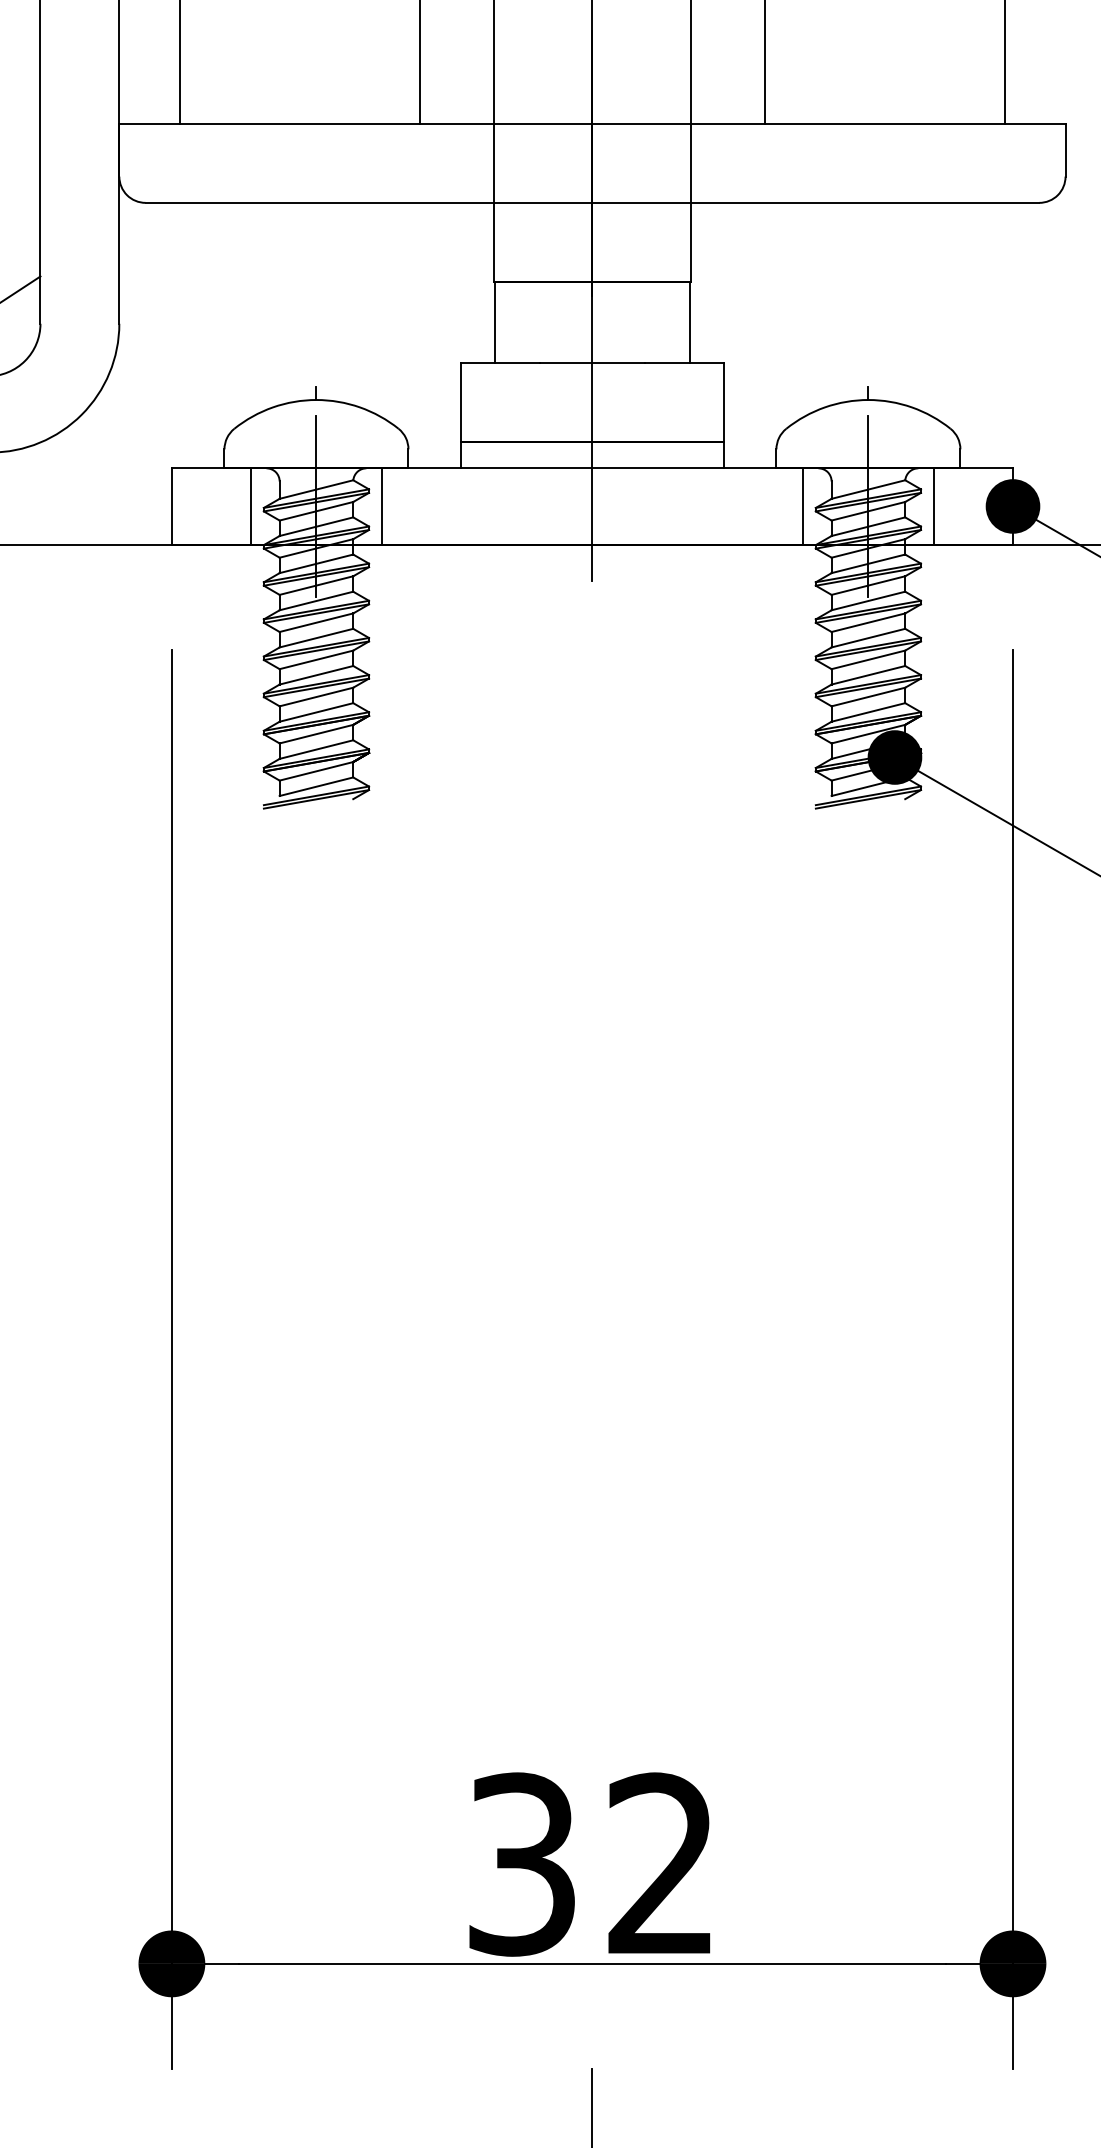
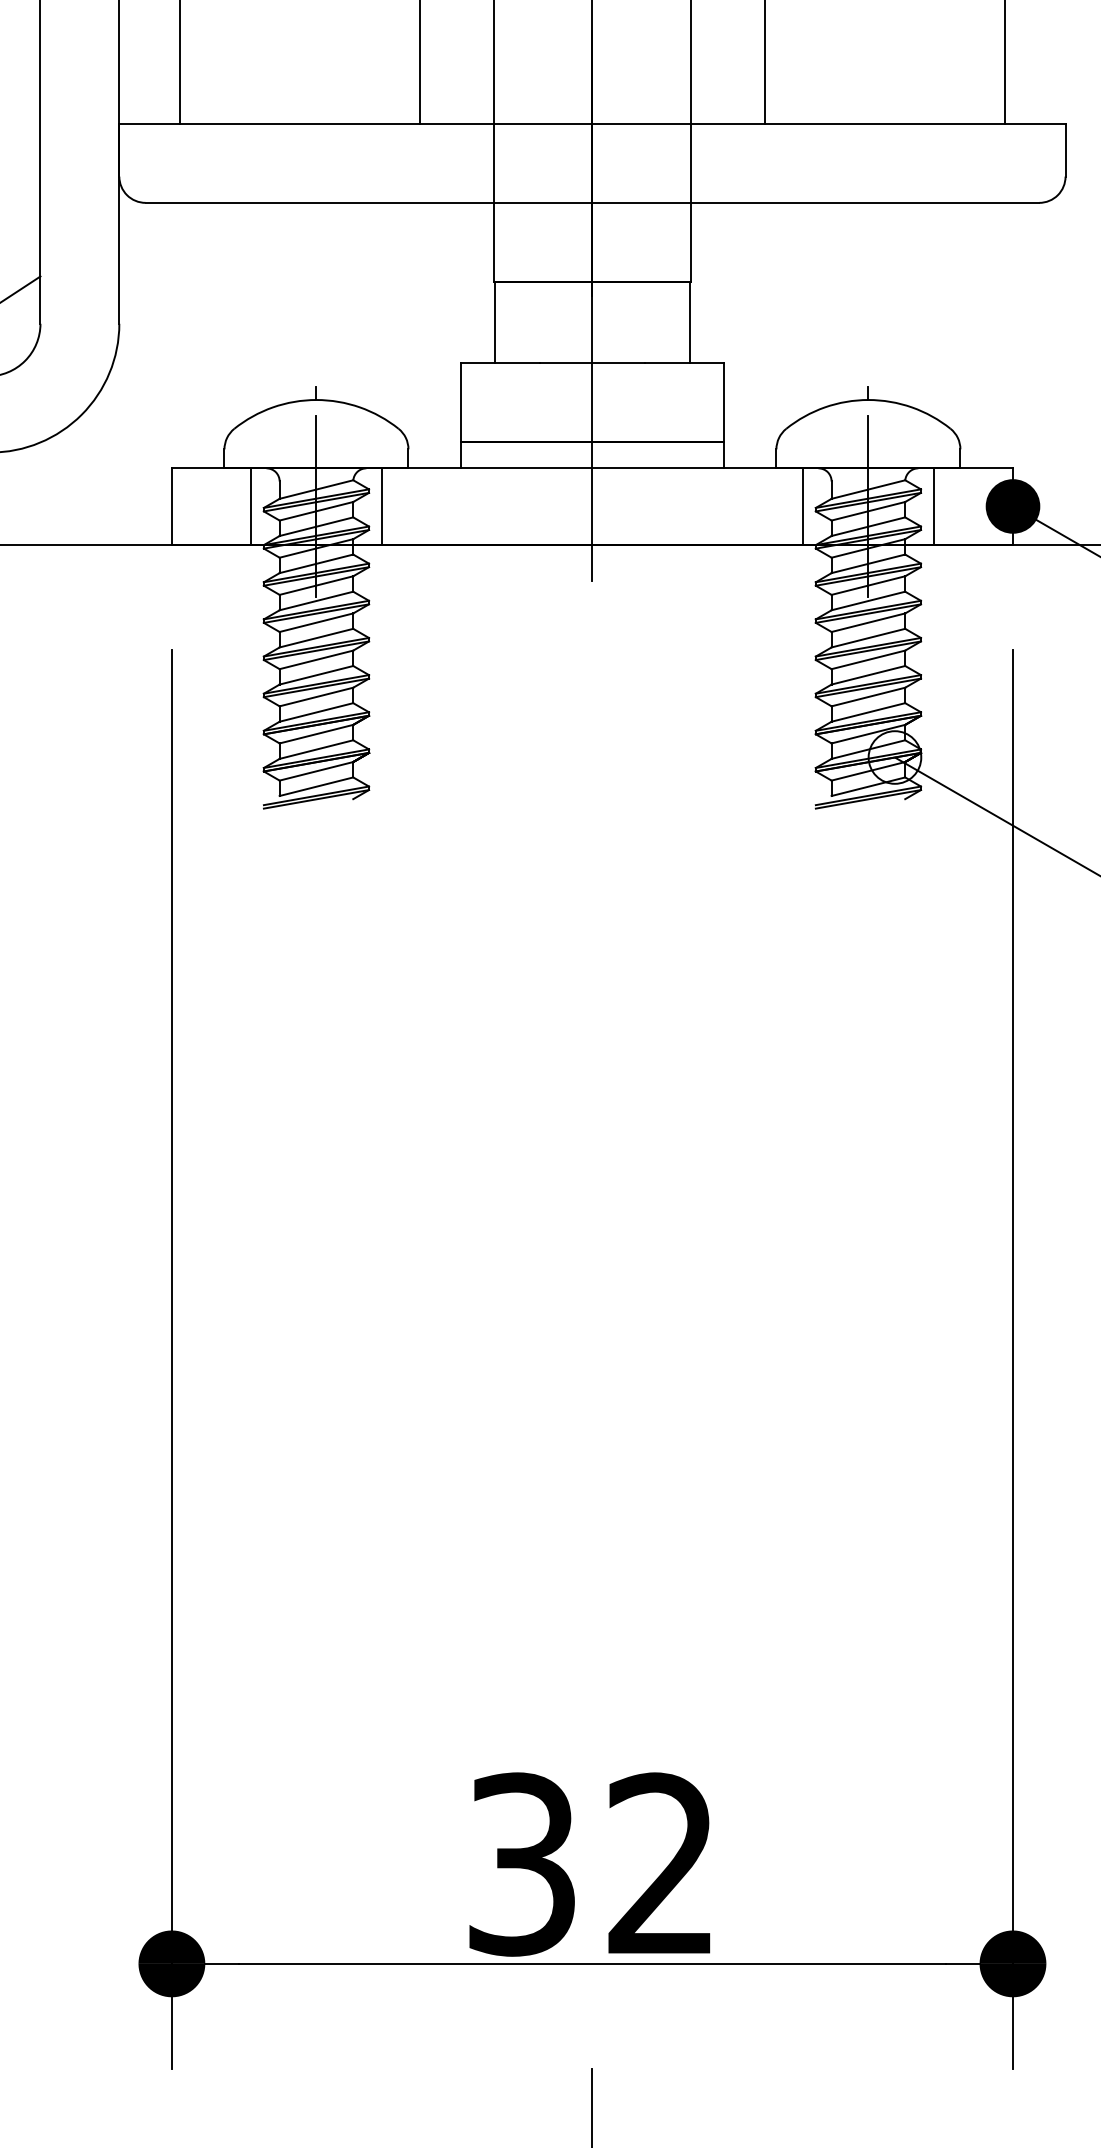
fill at (894, 757): present -> none
